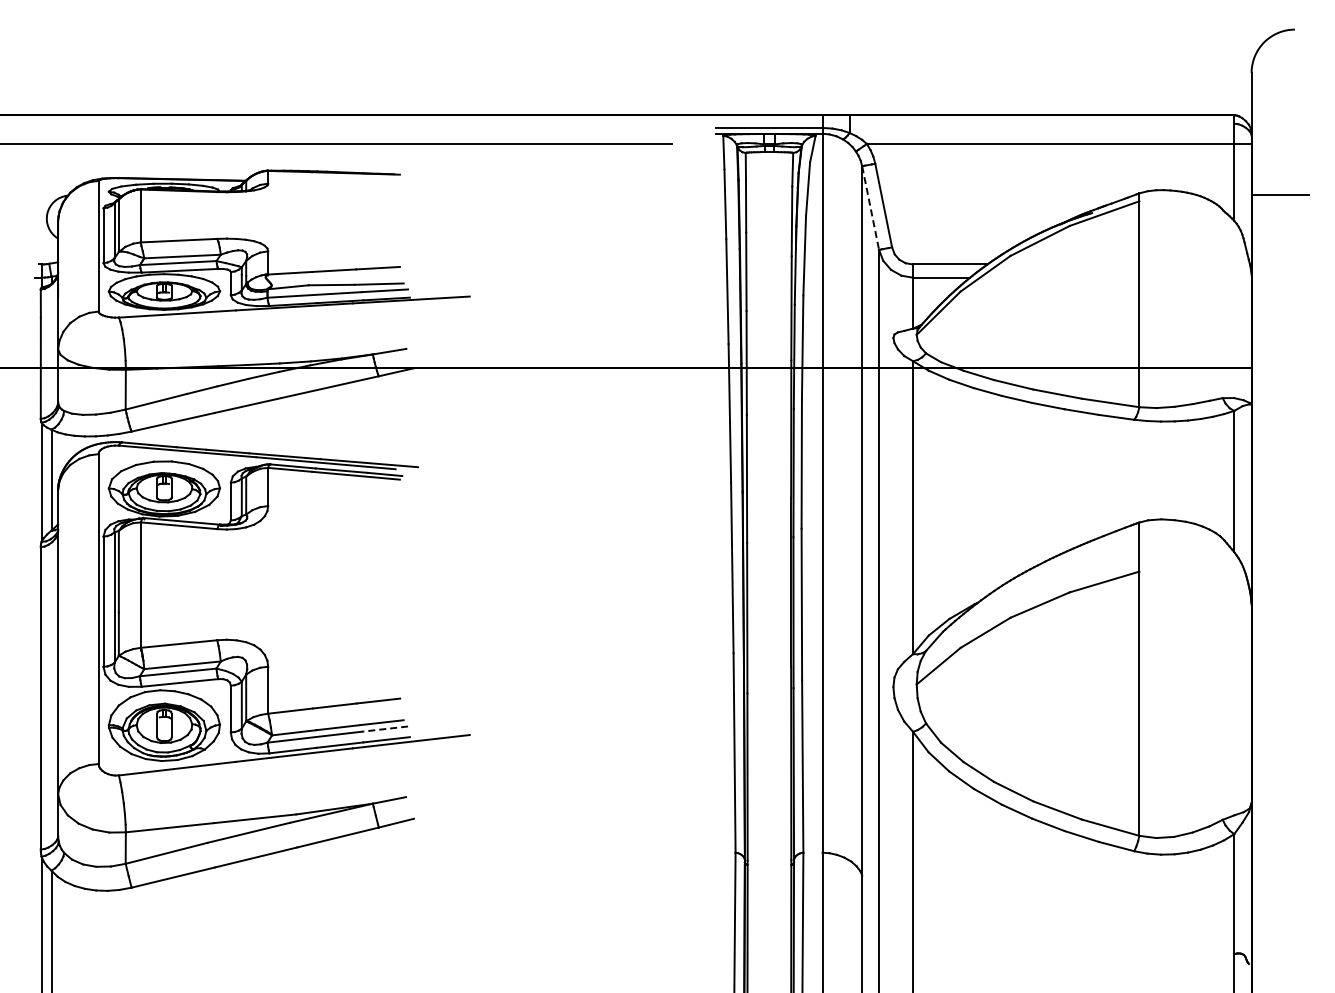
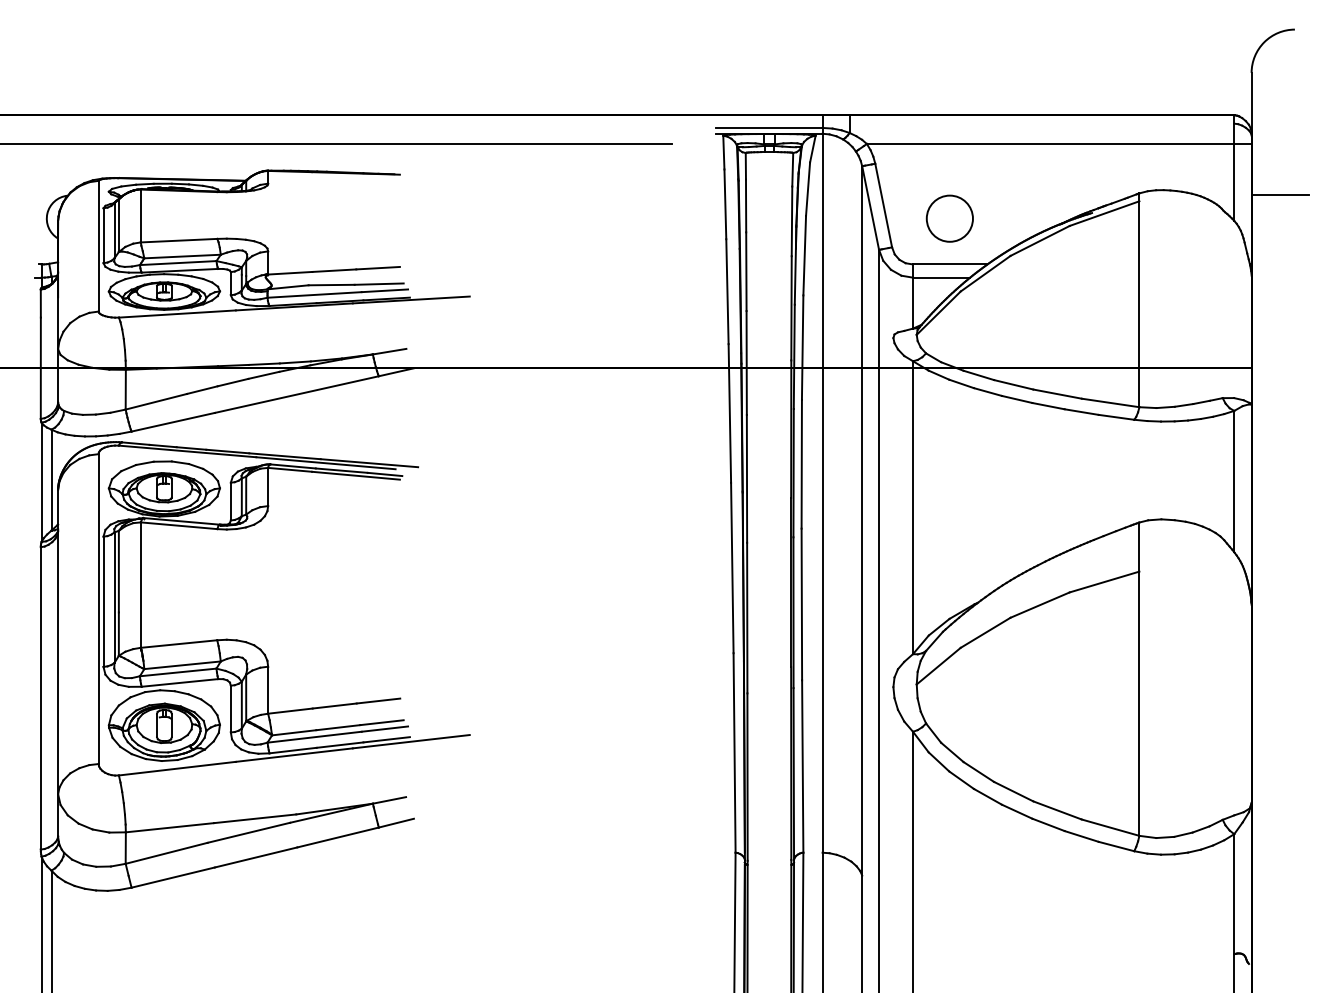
line at (870, 208): dashed -> solid
circle at (949, 218): none -> present
line at (384, 729): dashed -> solid
